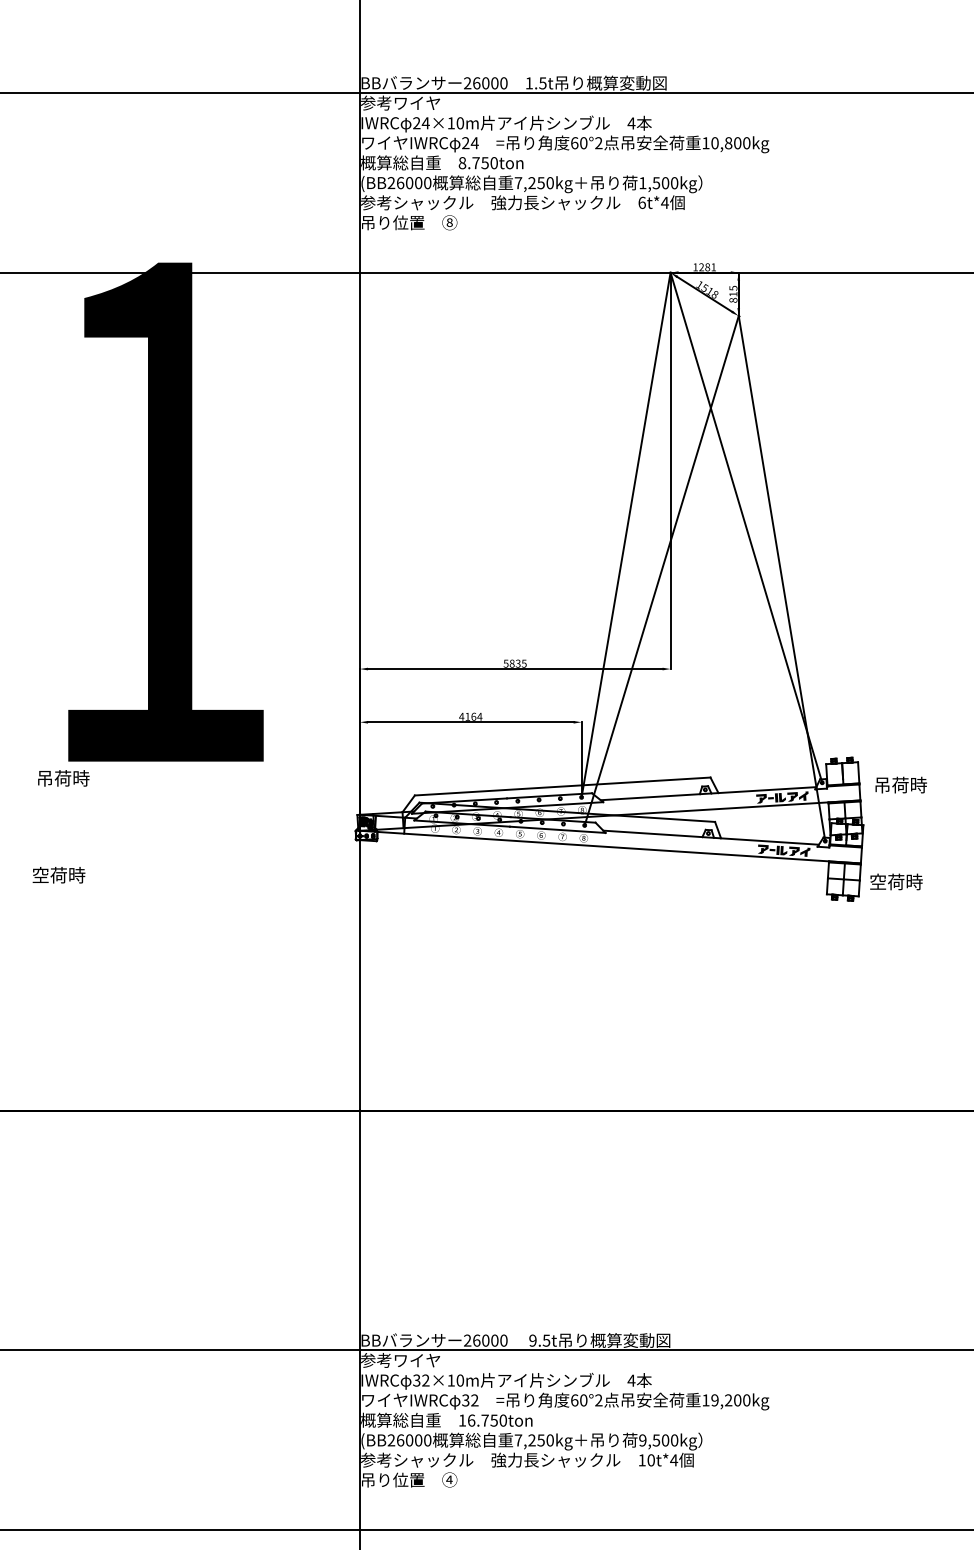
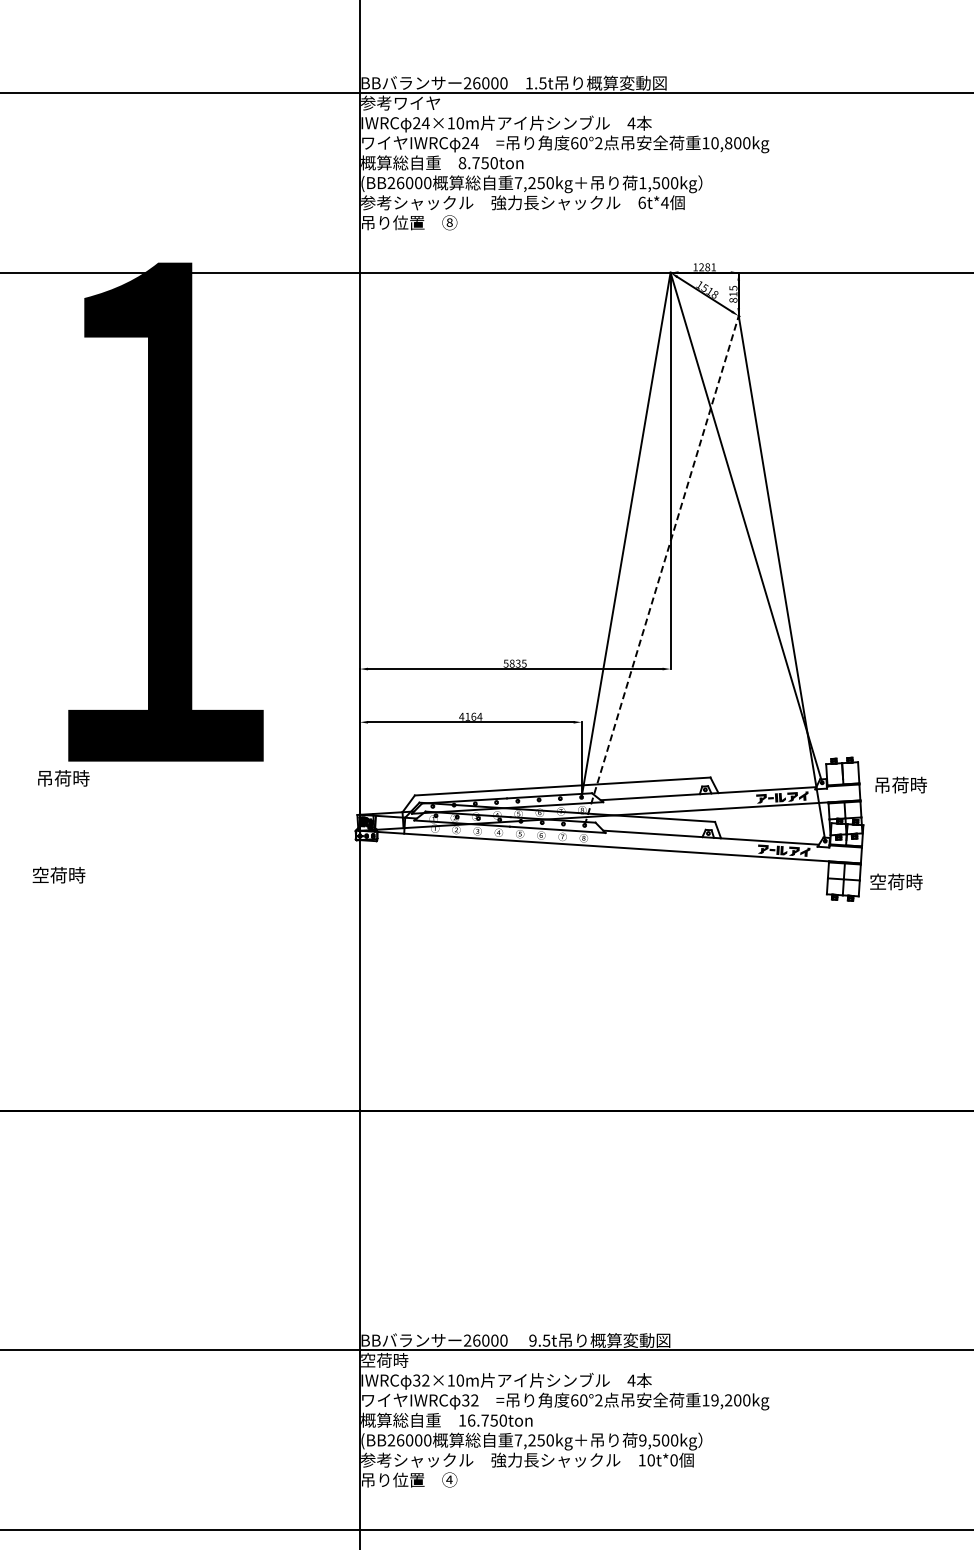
line at (661, 570): solid -> dashed
text at (400, 1360): 参考ワイヤ -> 空荷時
text at (674, 1460): 10t*4 -> 10t*0
